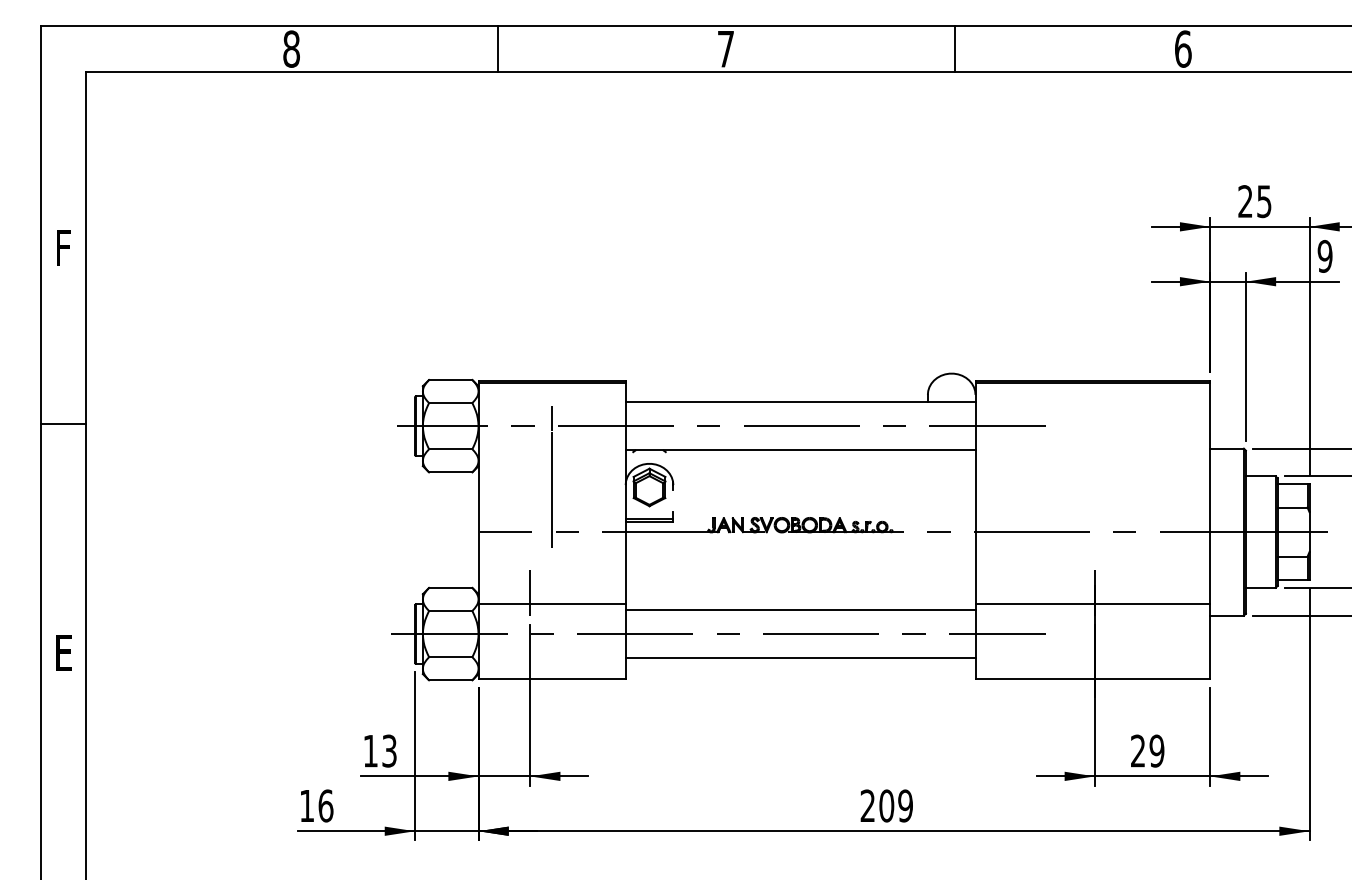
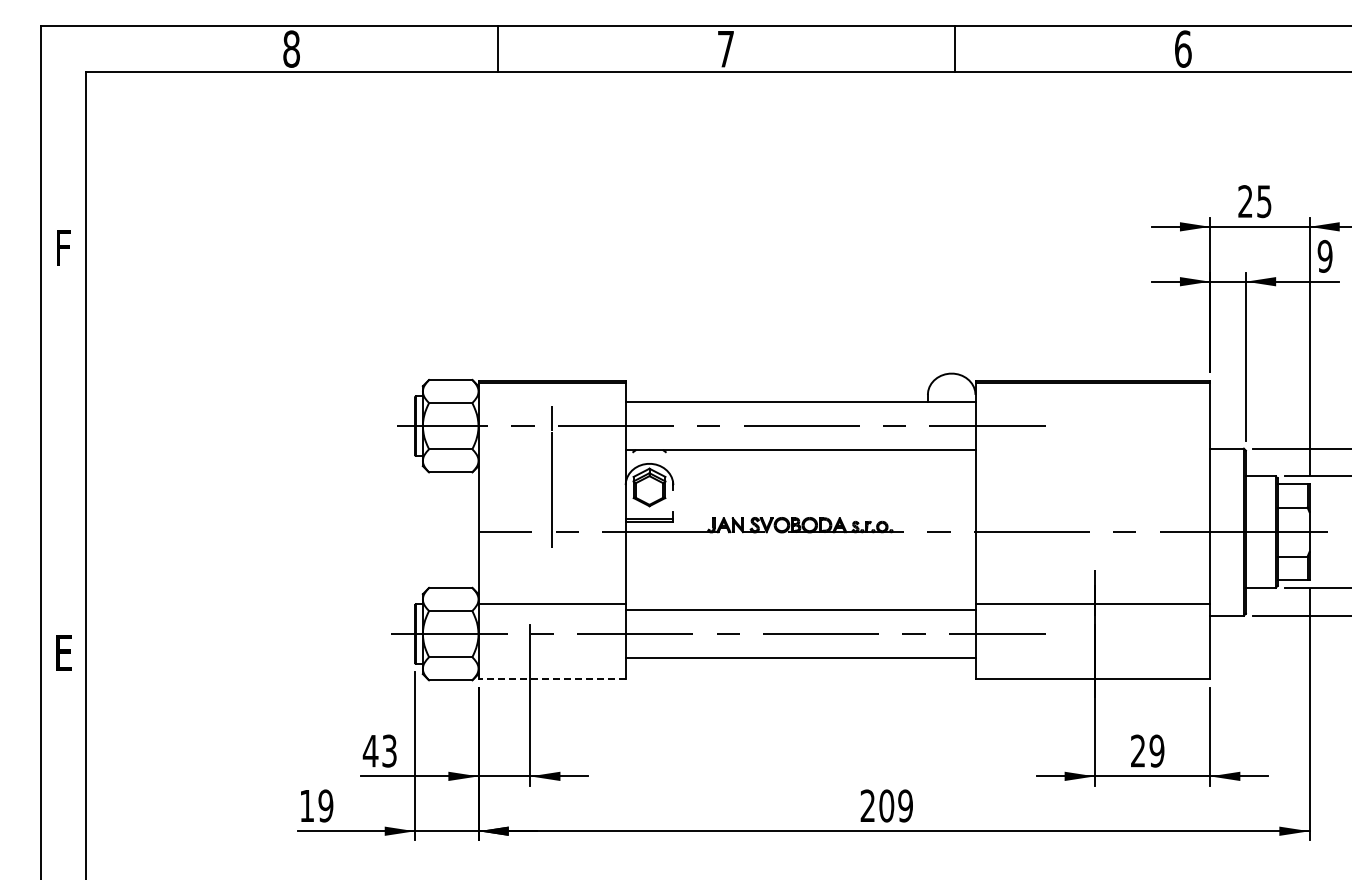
line at (63, 424): present -> none
line at (530, 592): present -> none
line at (552, 679): solid -> dashed
text at (370, 751): 13 -> 43
text at (325, 805): 16 -> 19
